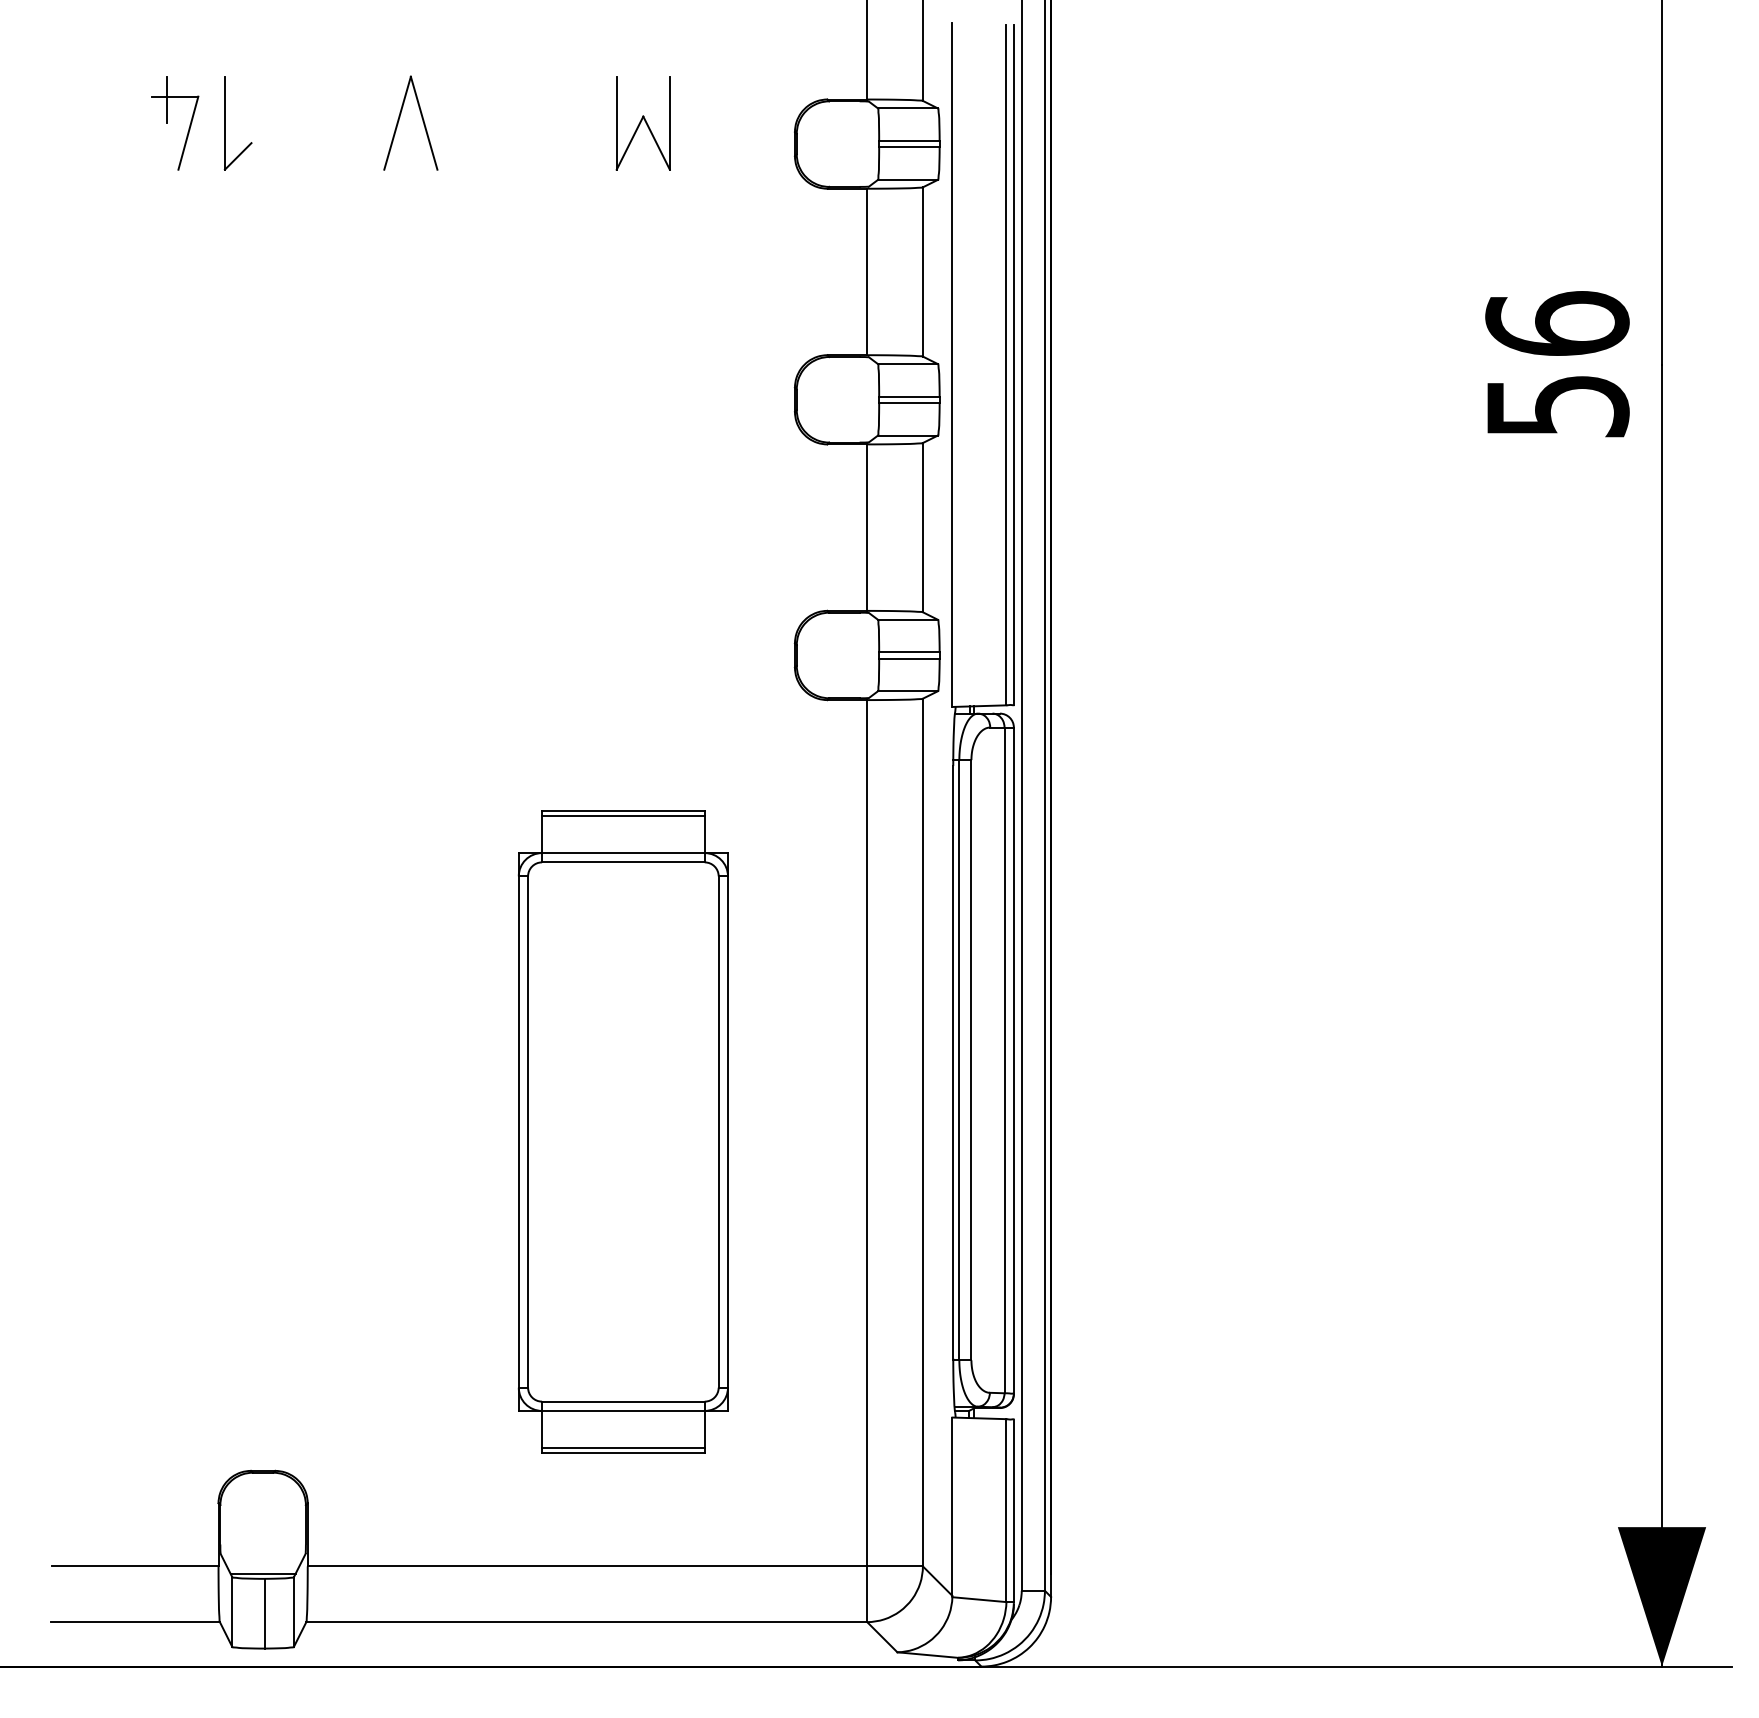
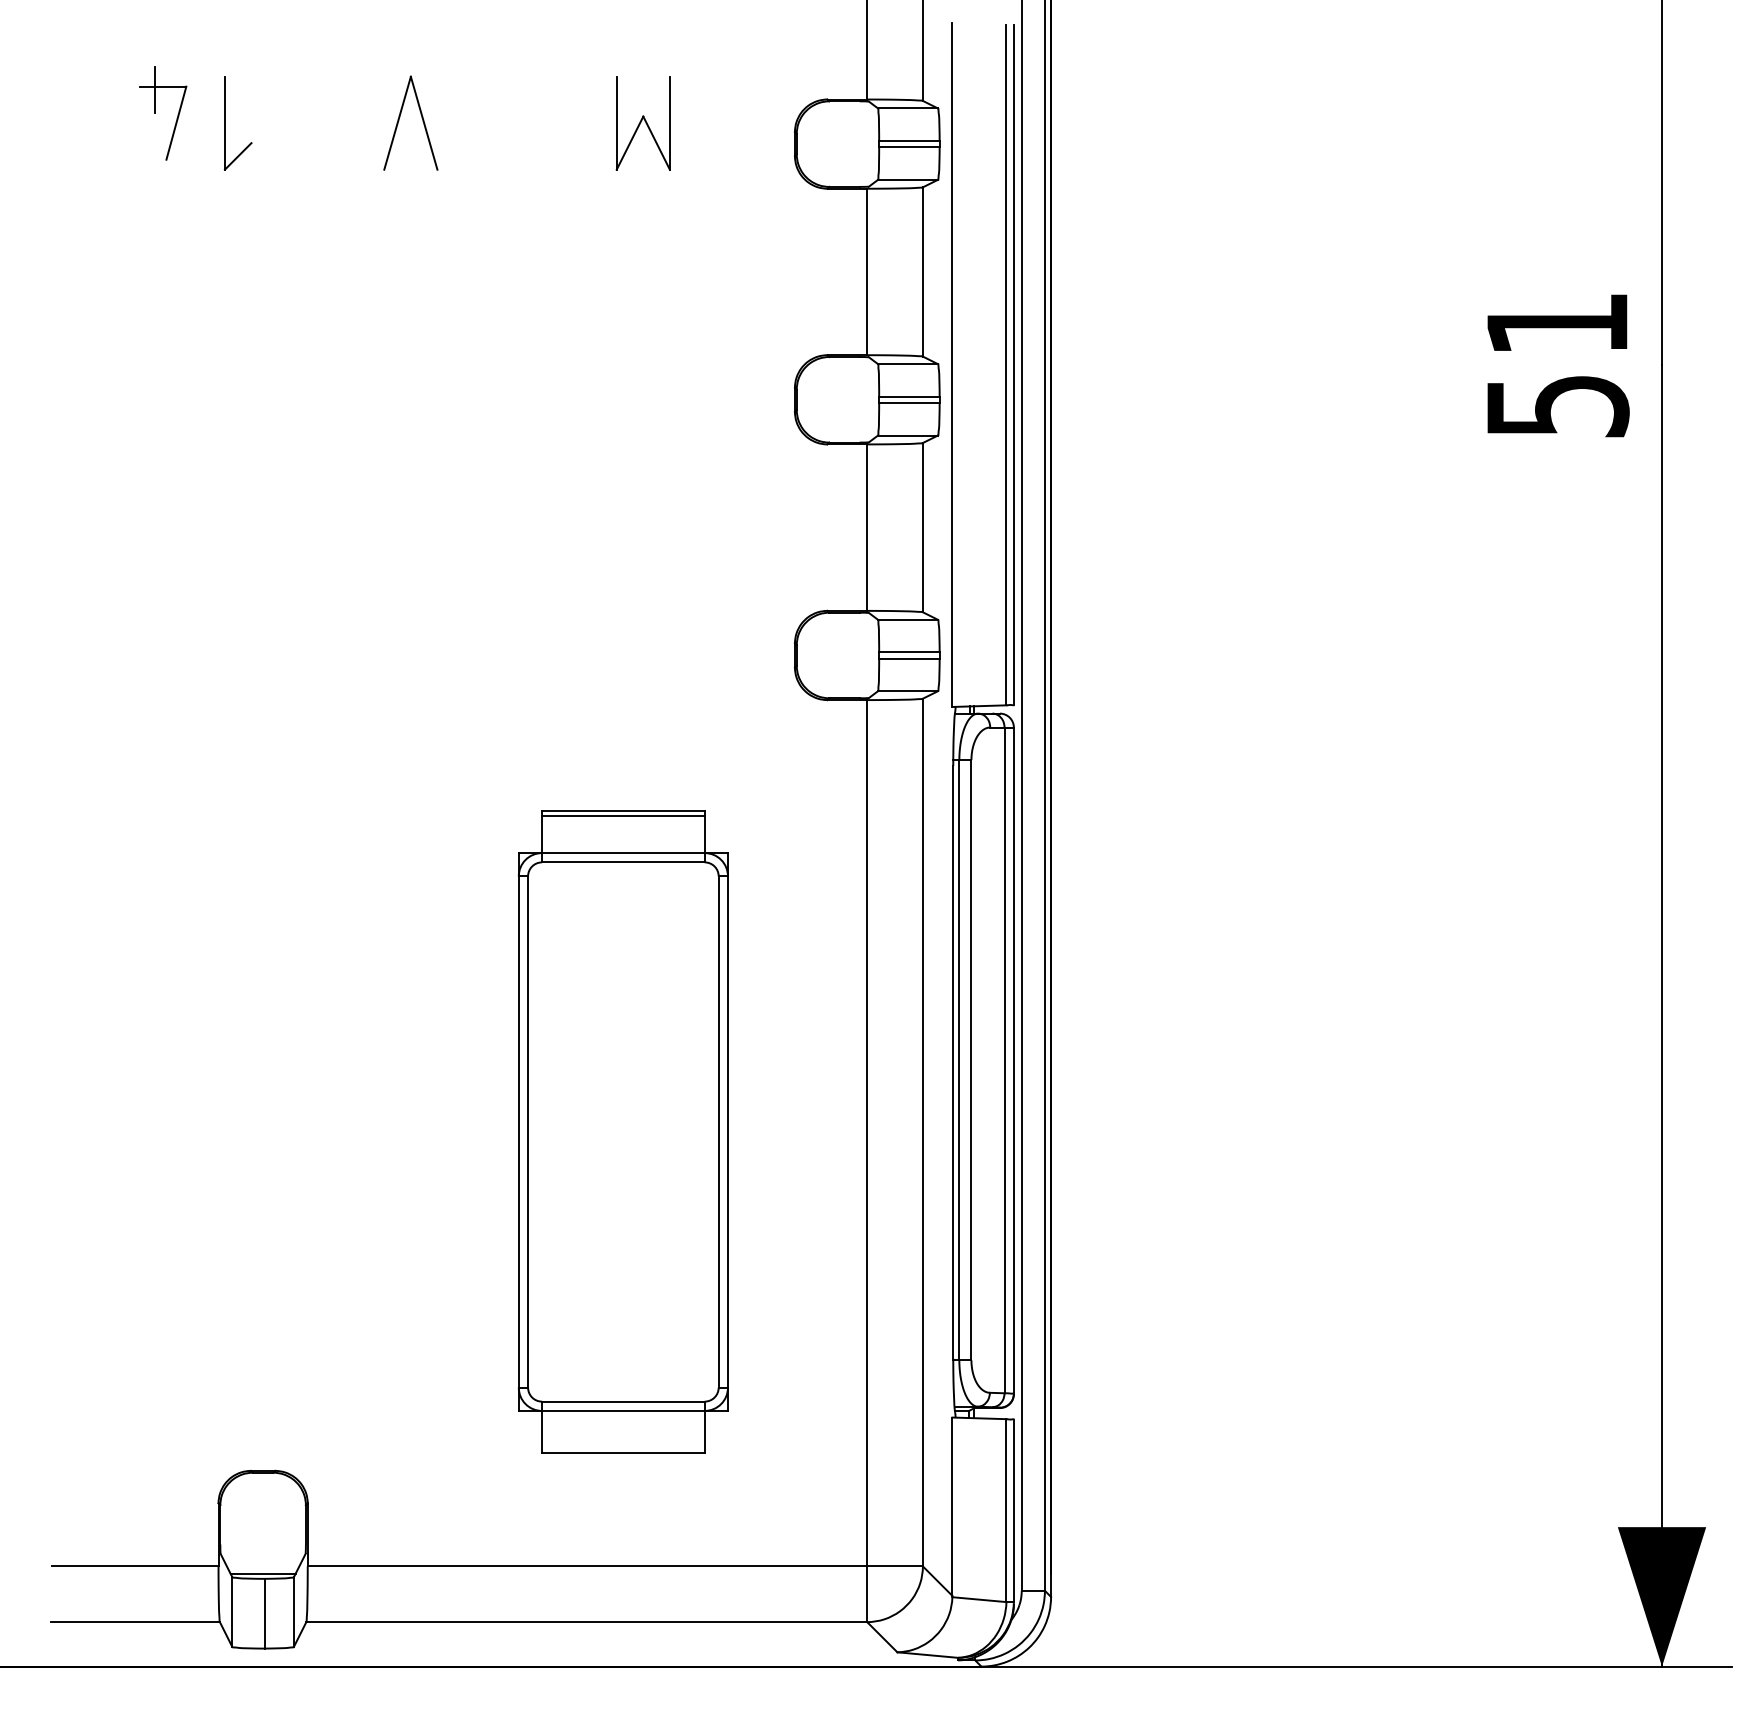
part at (167, 123) position: (167, 123) -> (155, 113)
text at (1557, 323): 56 -> 51
line at (623, 1448): present -> none
